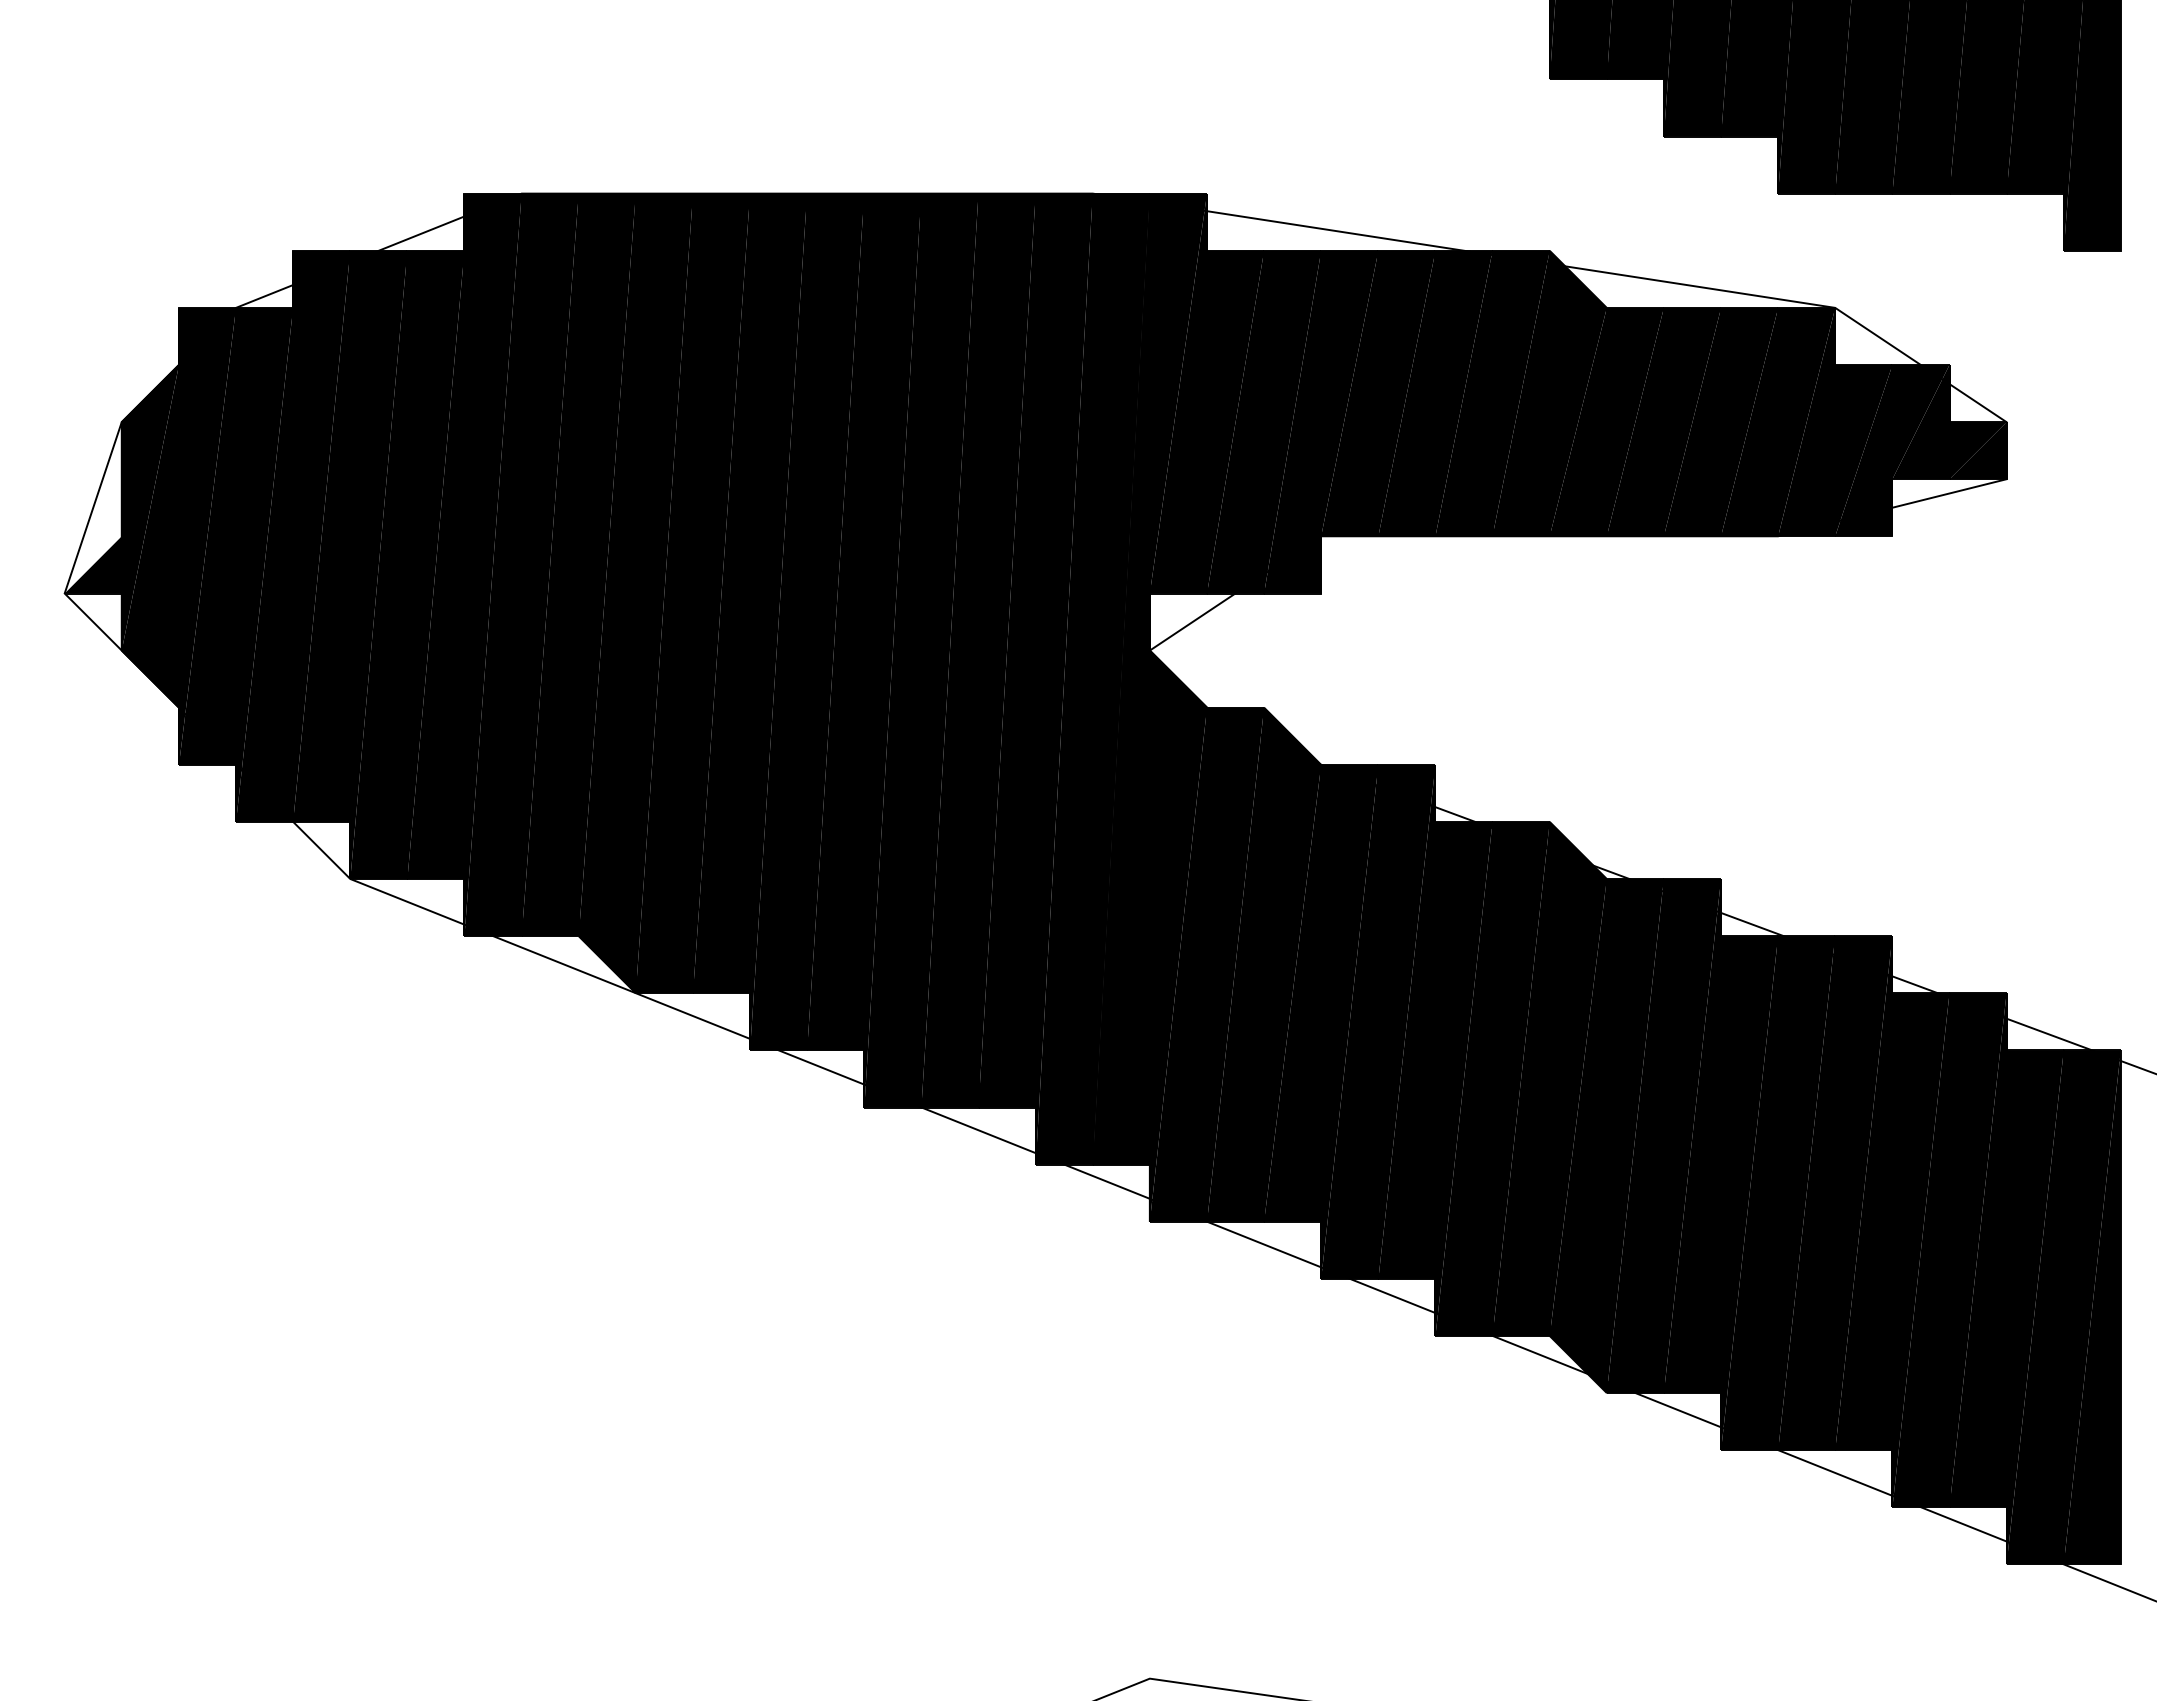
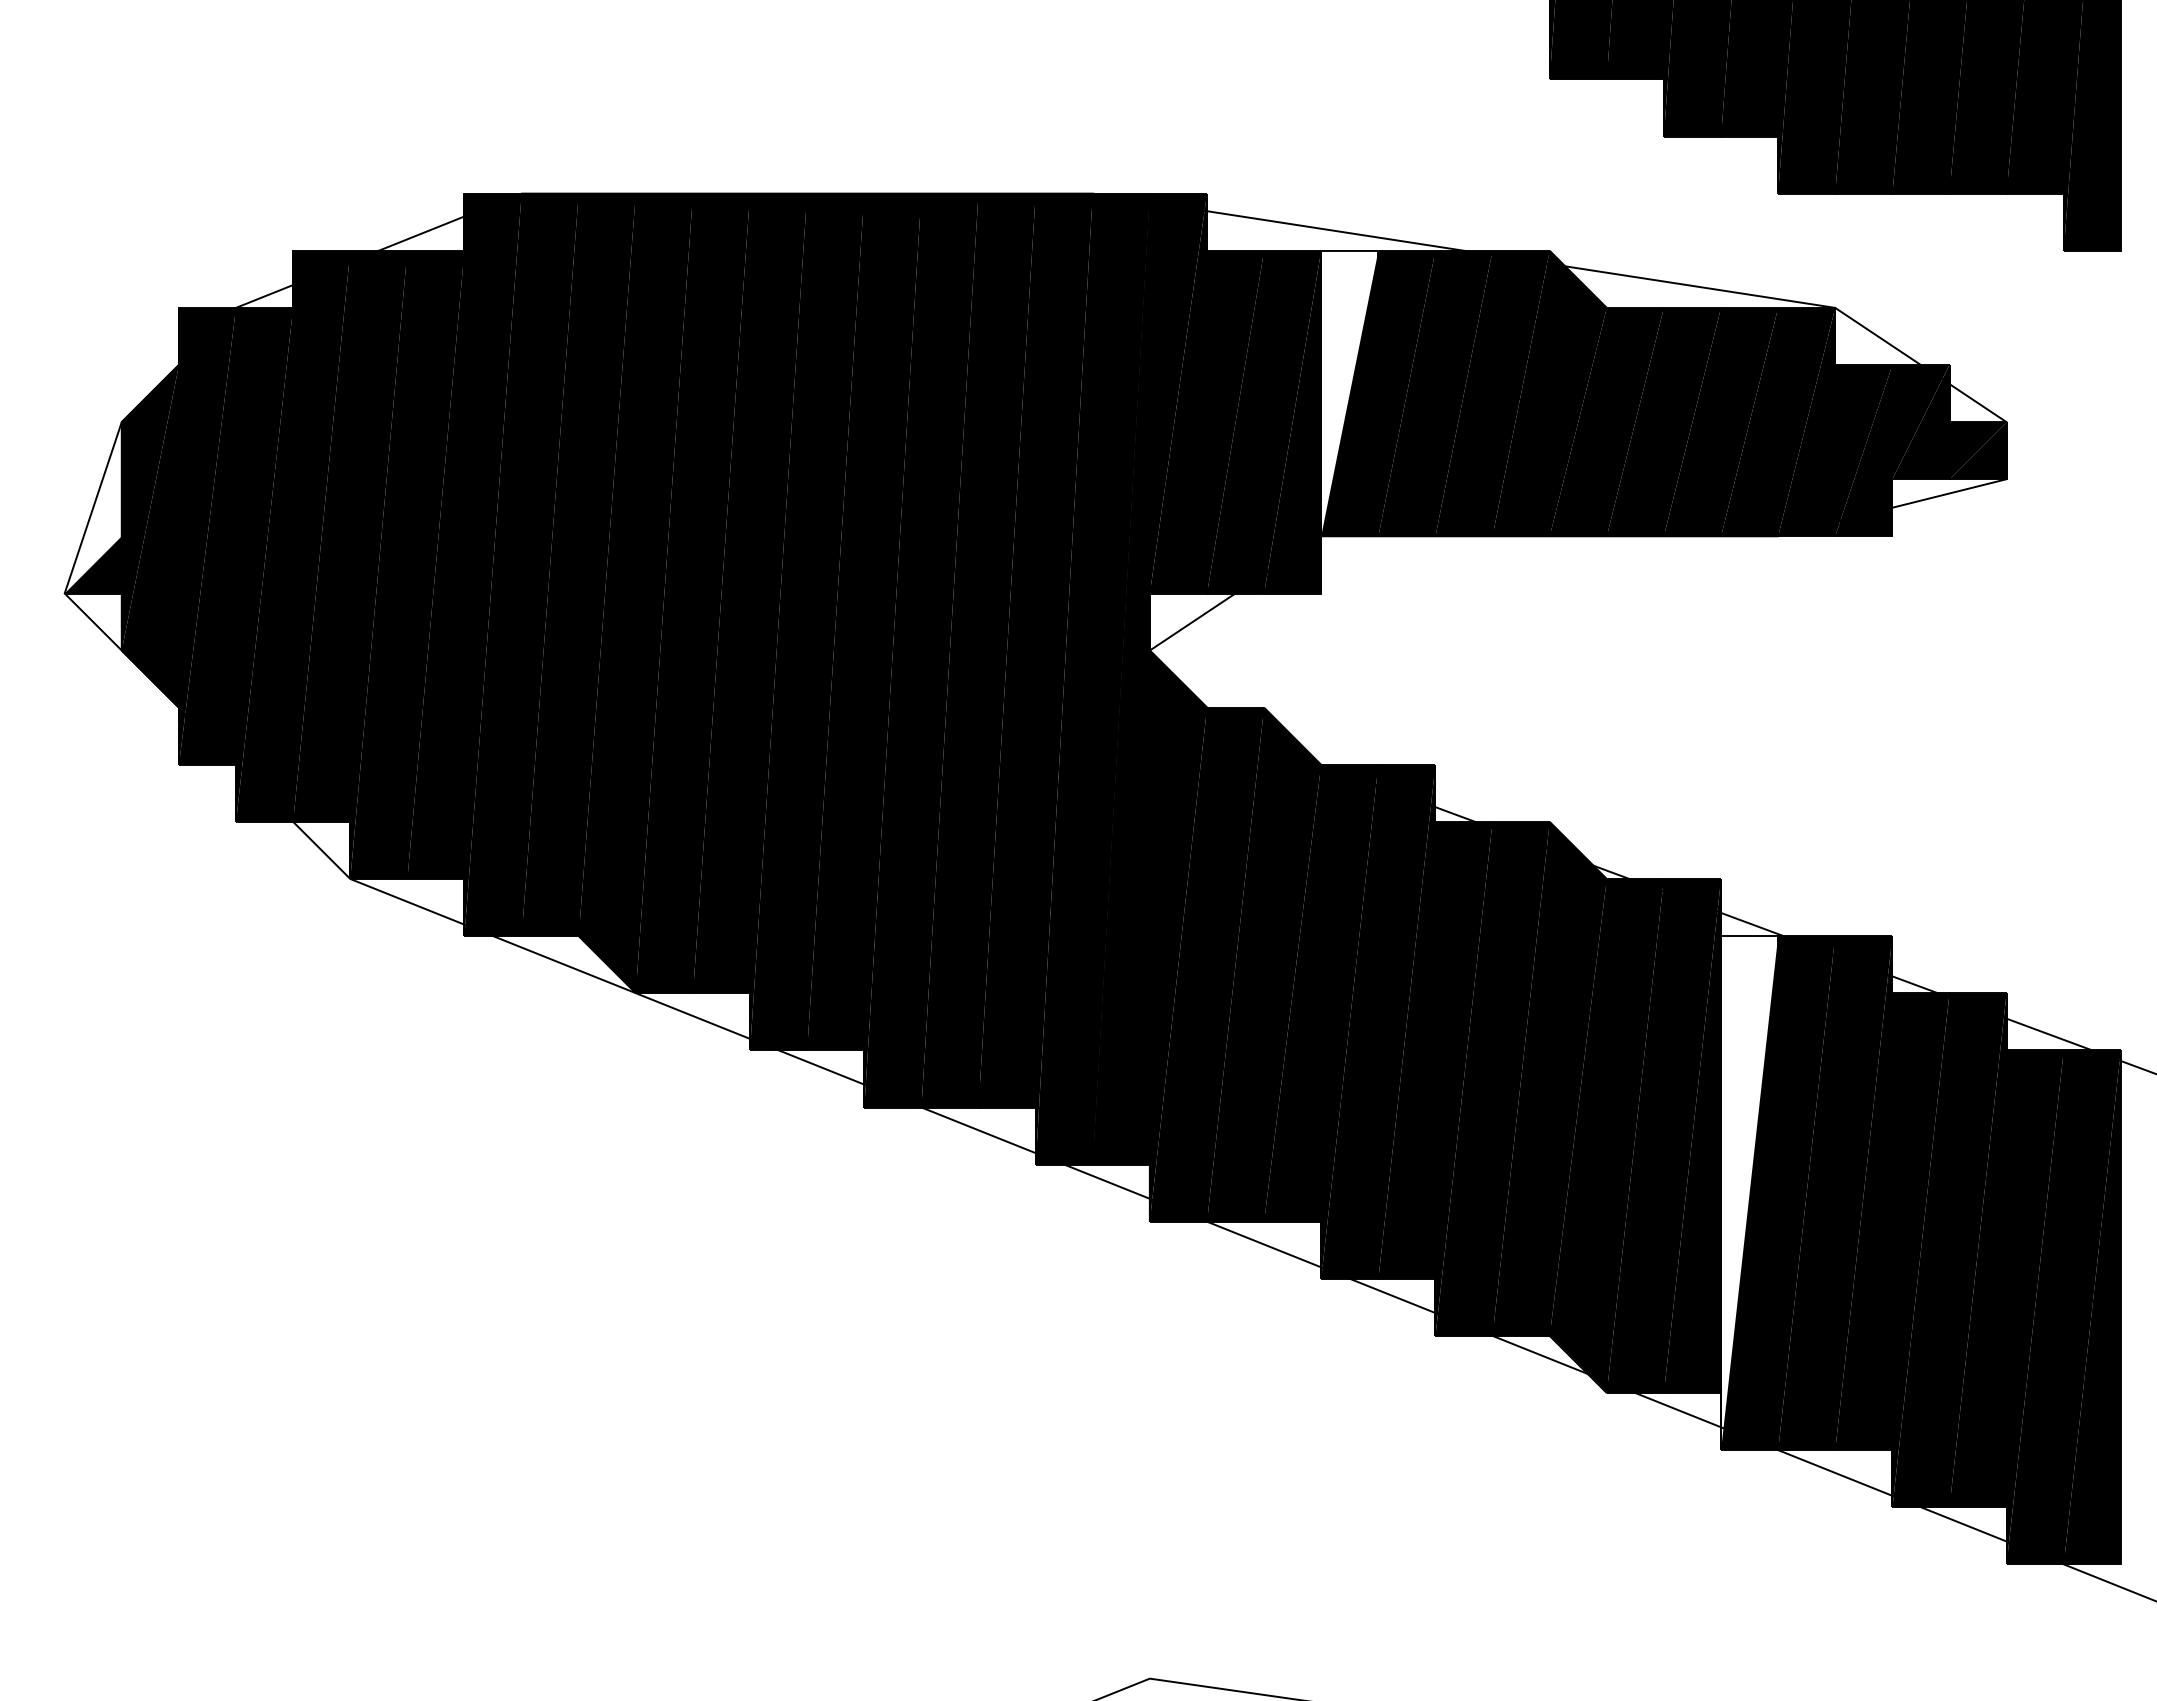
fill at (1349, 393): present -> none
fill at (1749, 1193): present -> none
